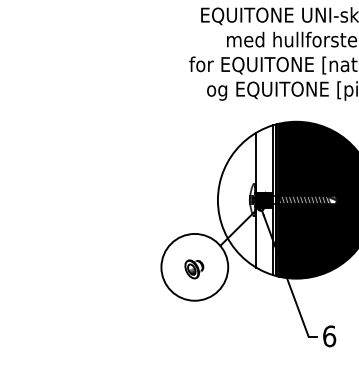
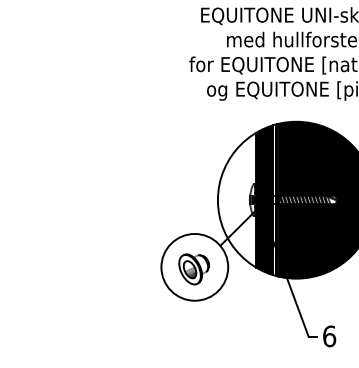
fill at (264, 200): none -> present
part at (194, 269) size: 21x21 px -> 33x33 px
